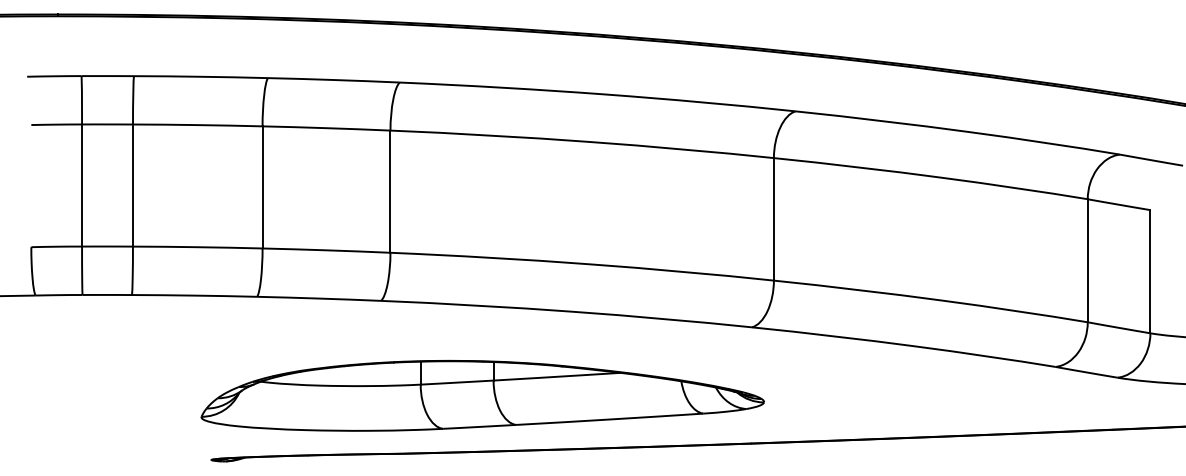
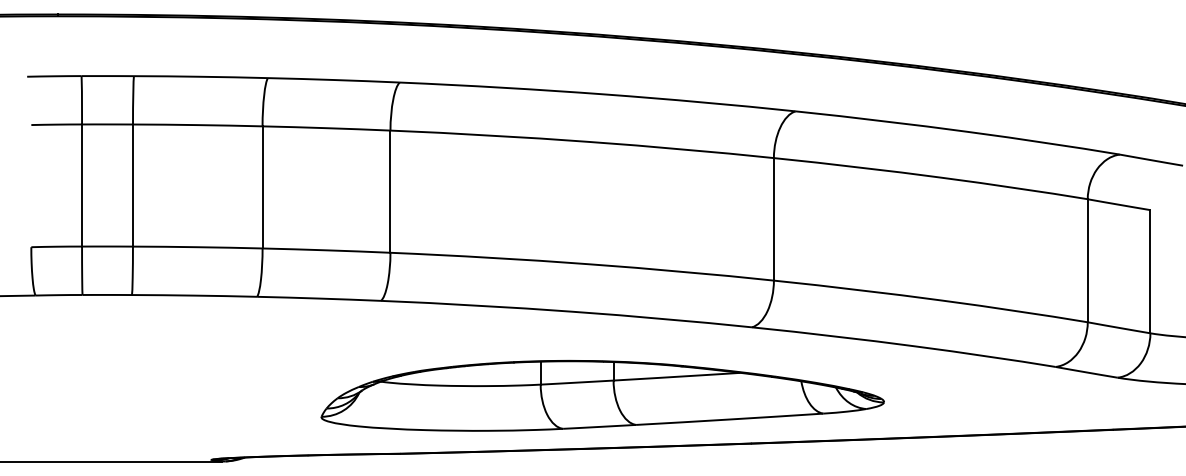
part at (482, 395) position: (482, 395) -> (602, 395)
line at (112, 461): none -> present
